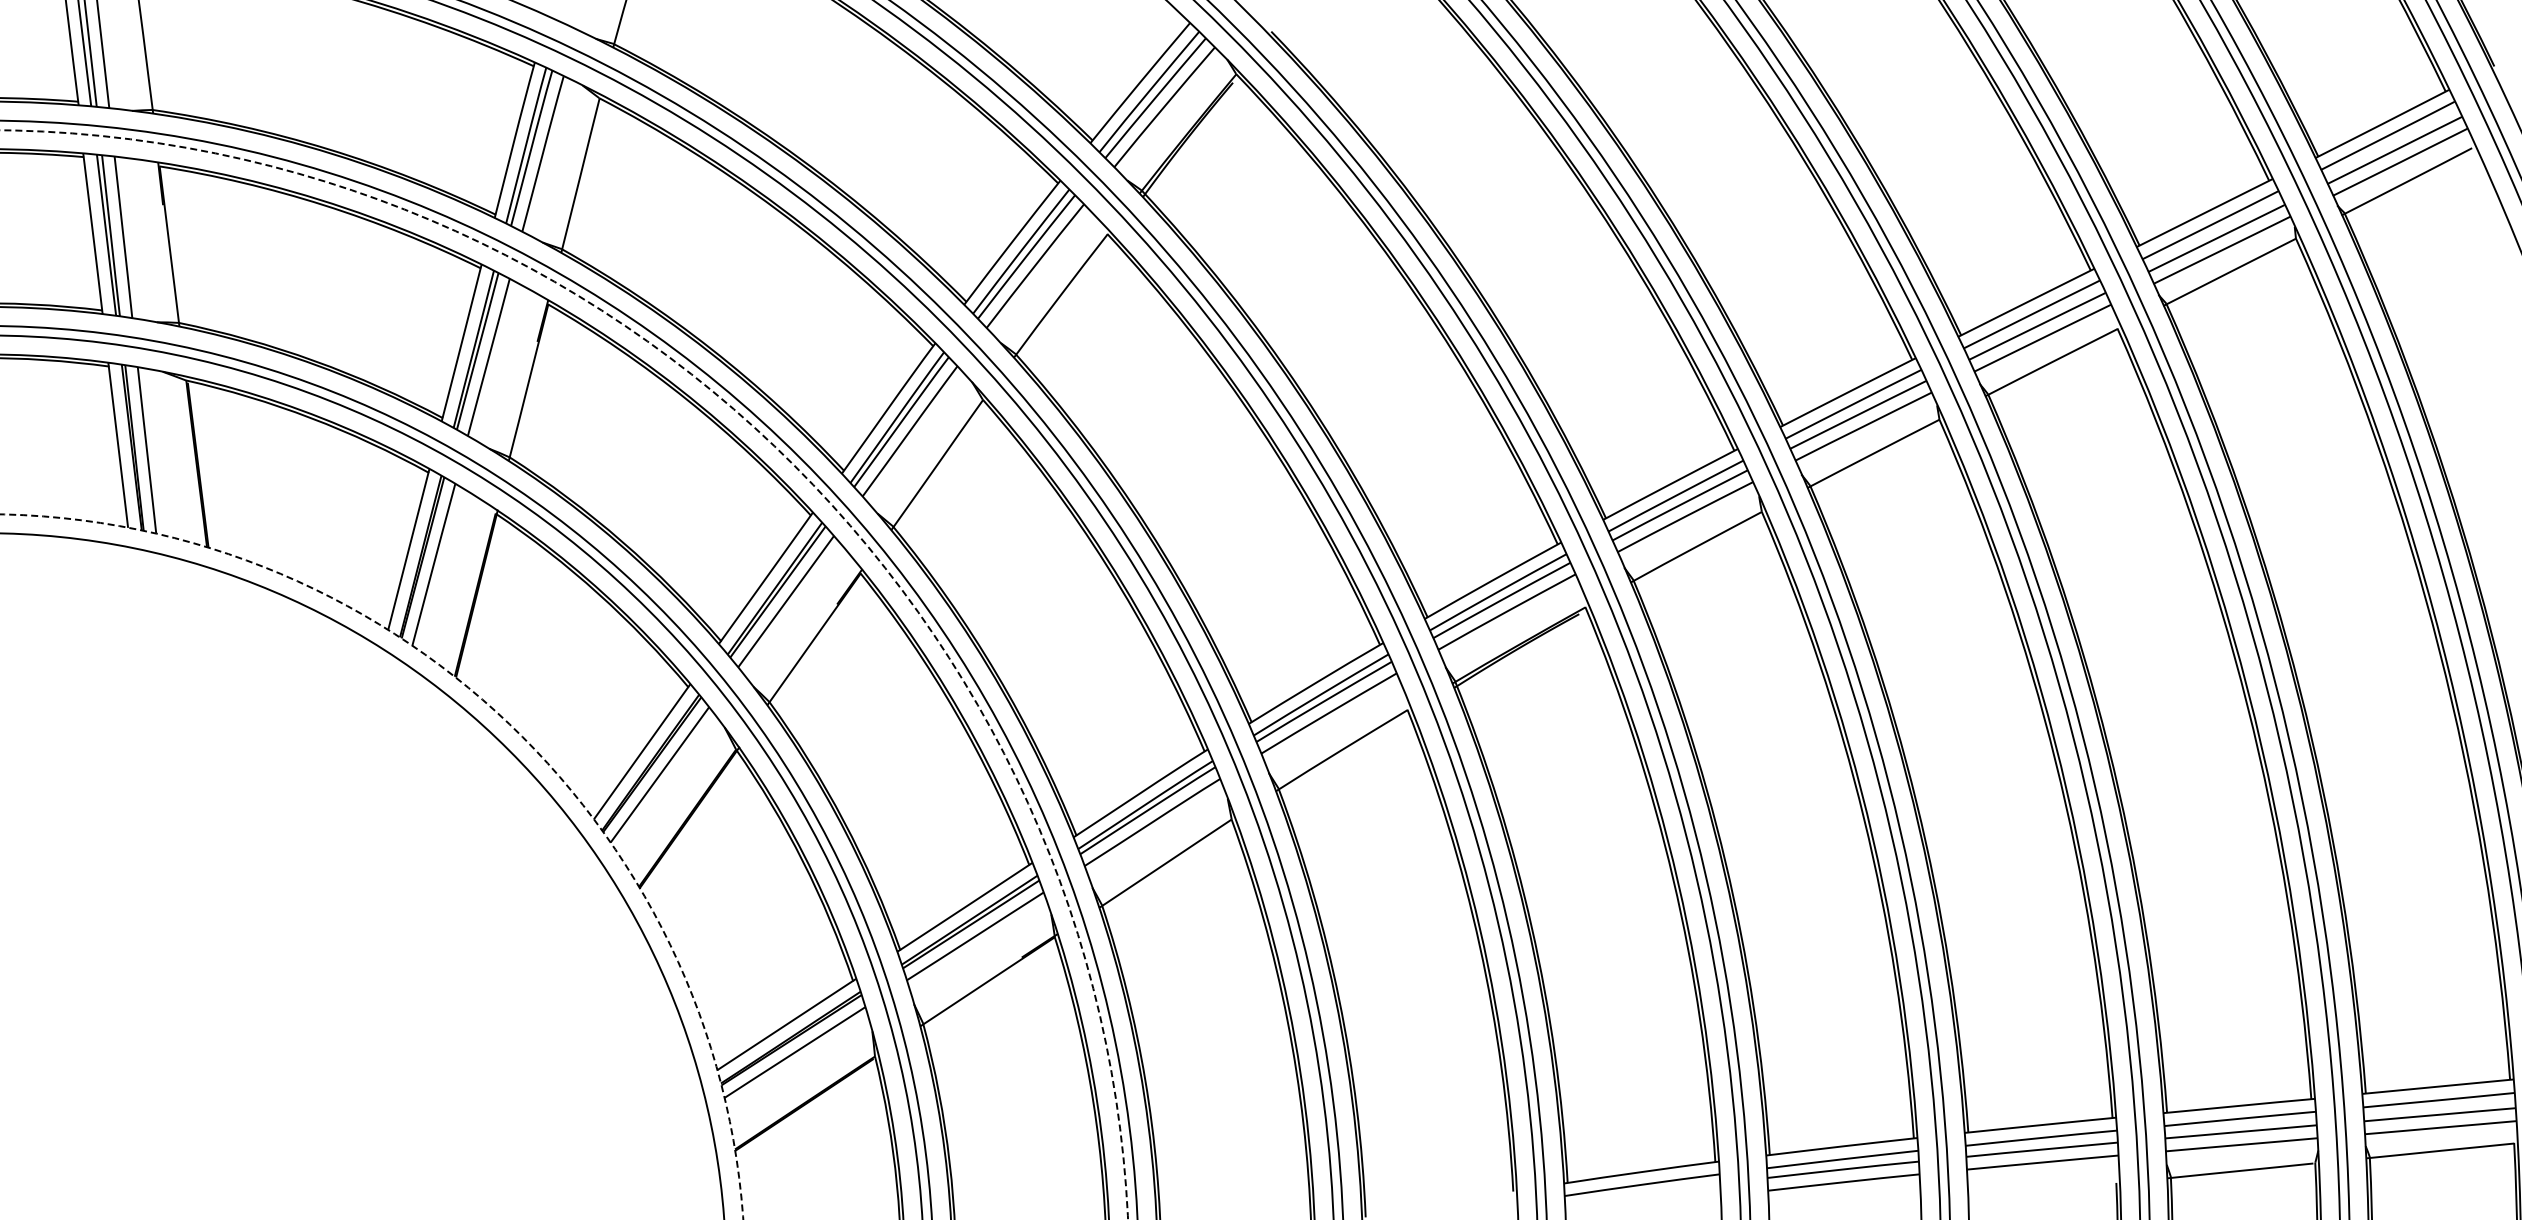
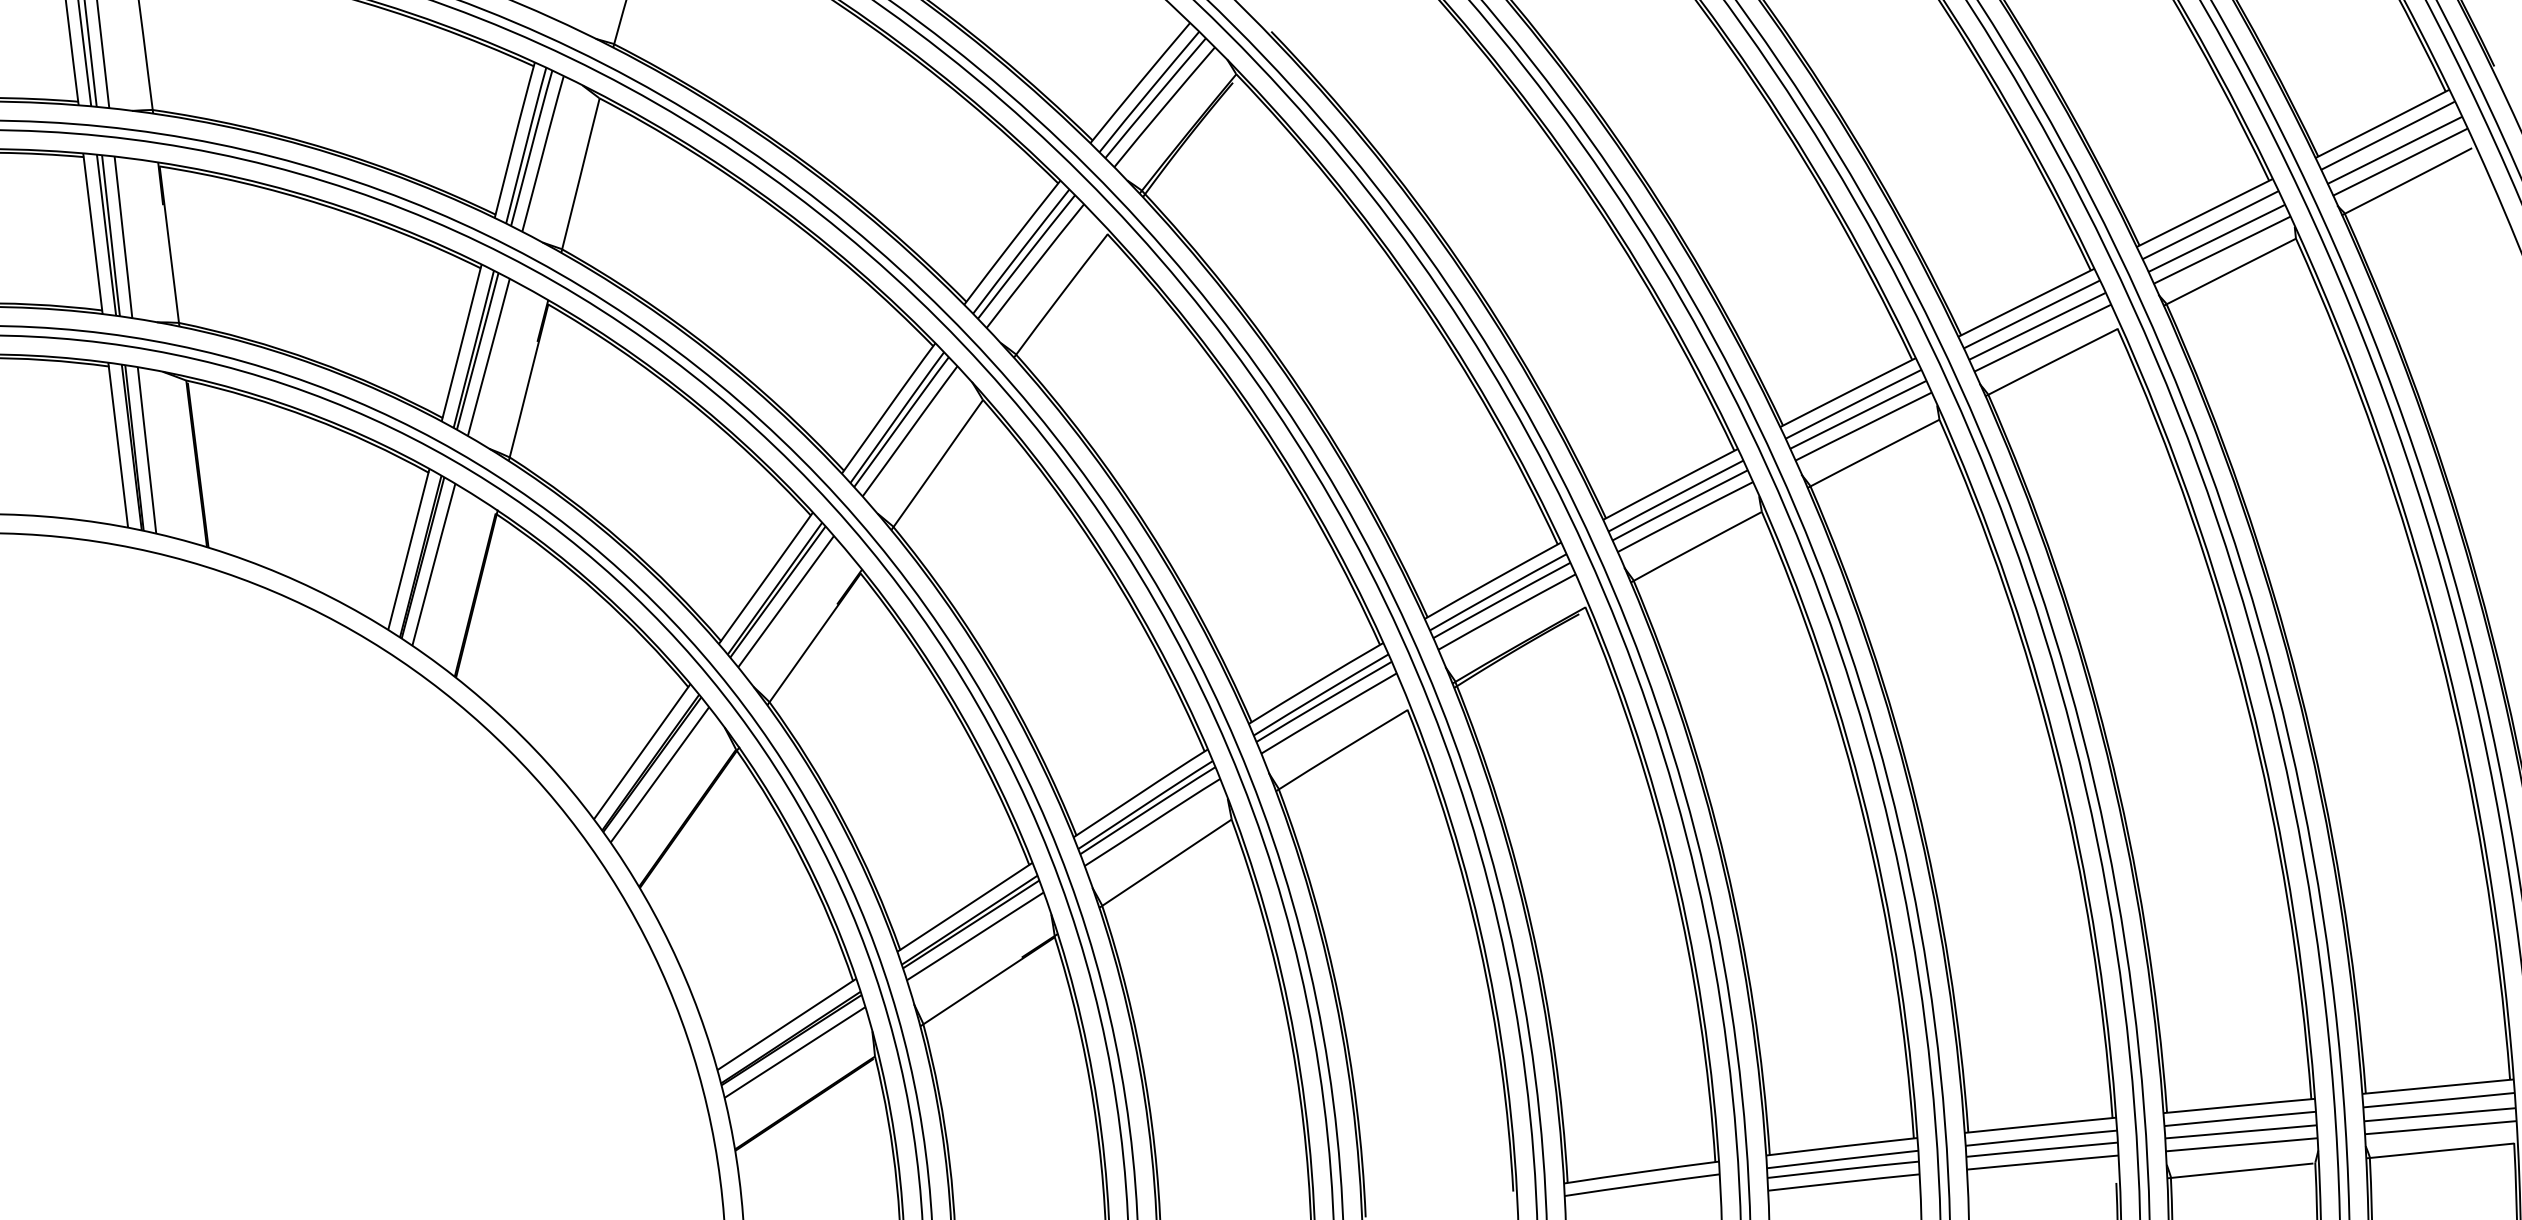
circle at (564, 674): dashed -> solid
circle at (371, 866): dashed -> solid
